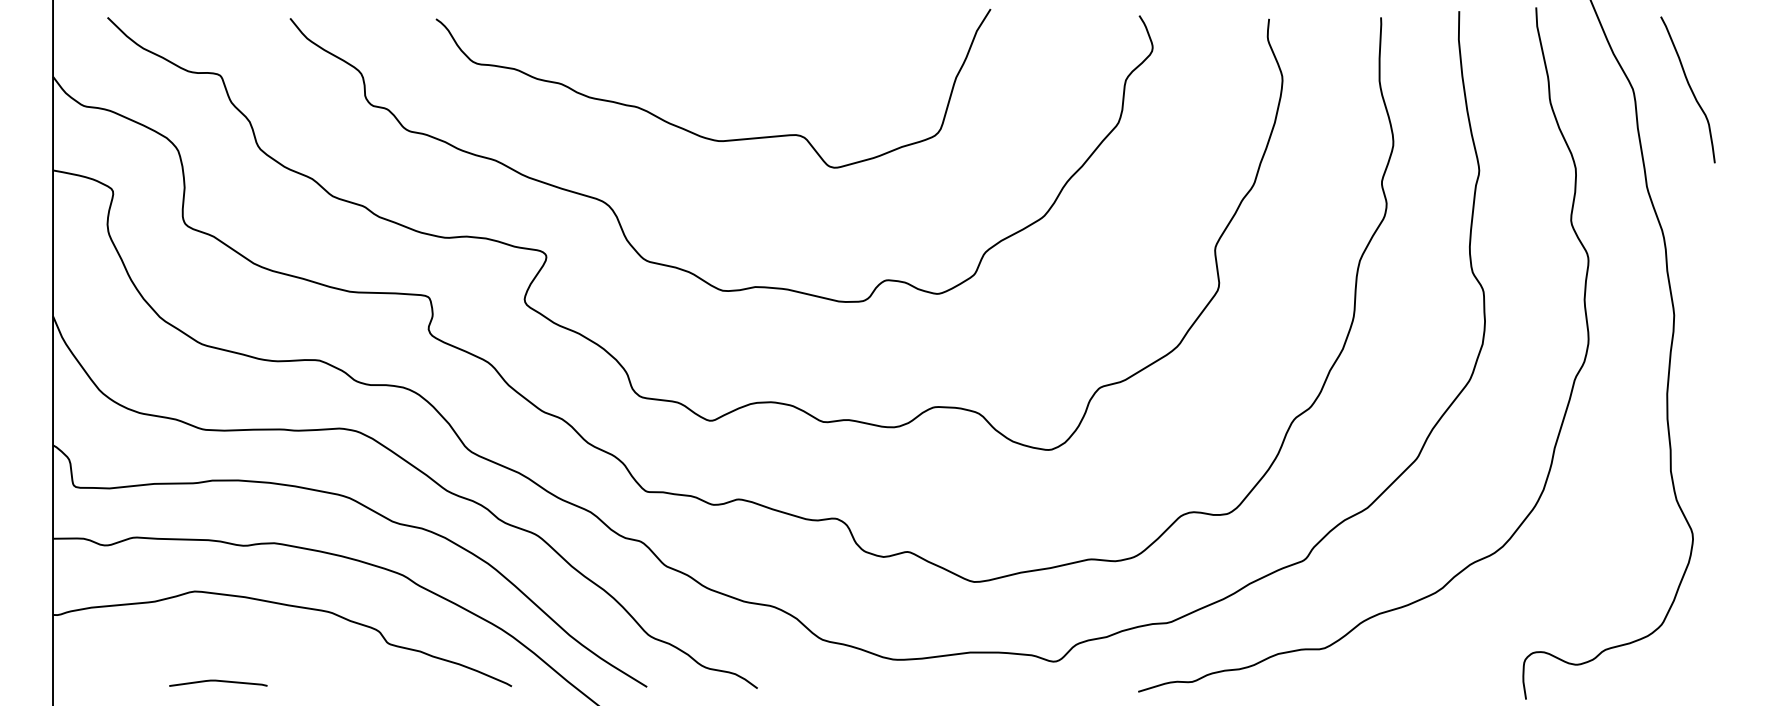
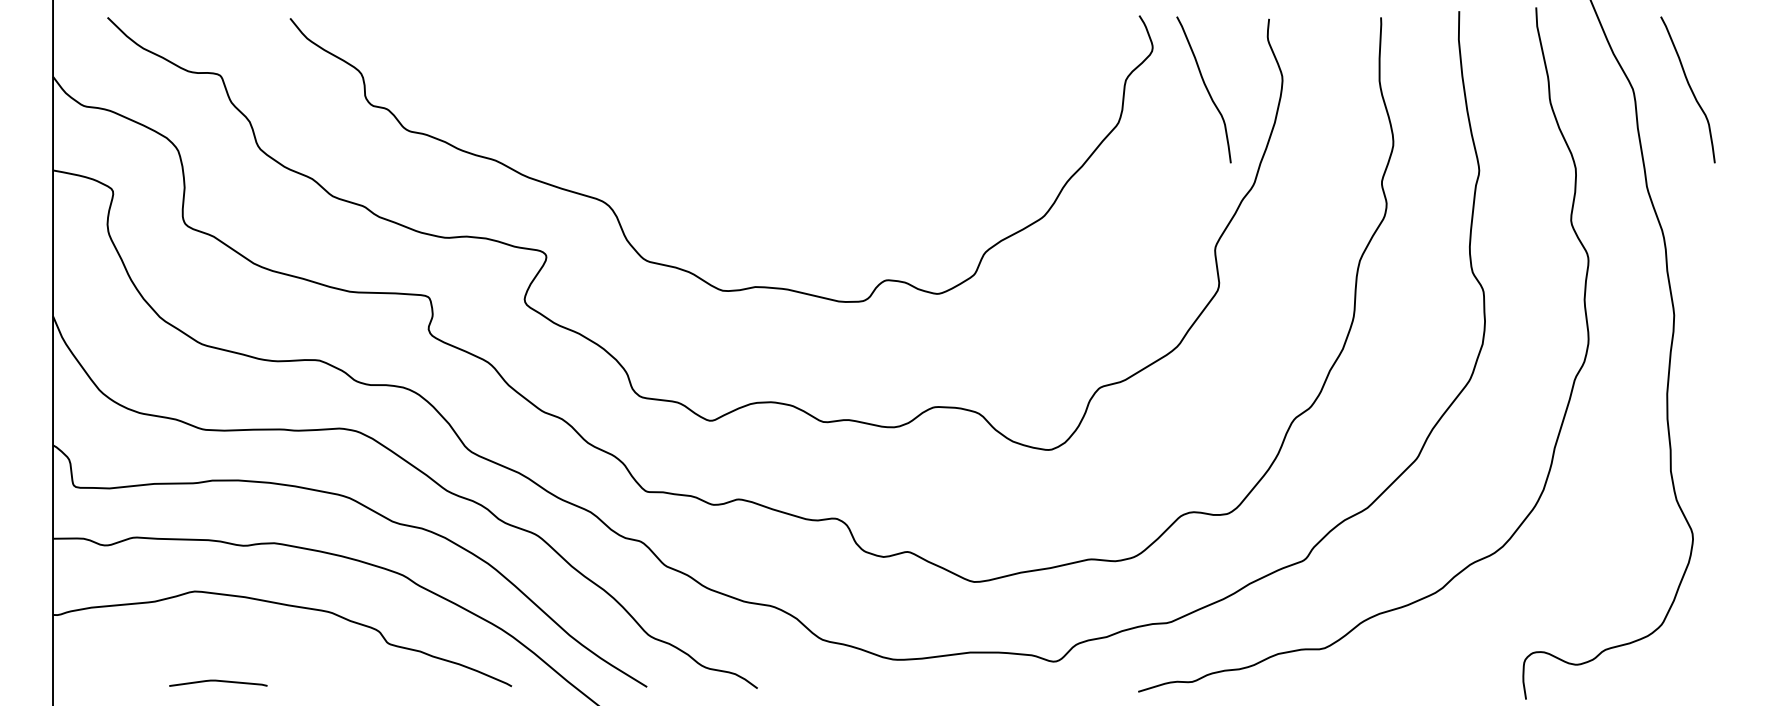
curve at (1205, 88): none -> present
curve at (694, 132): present -> none
